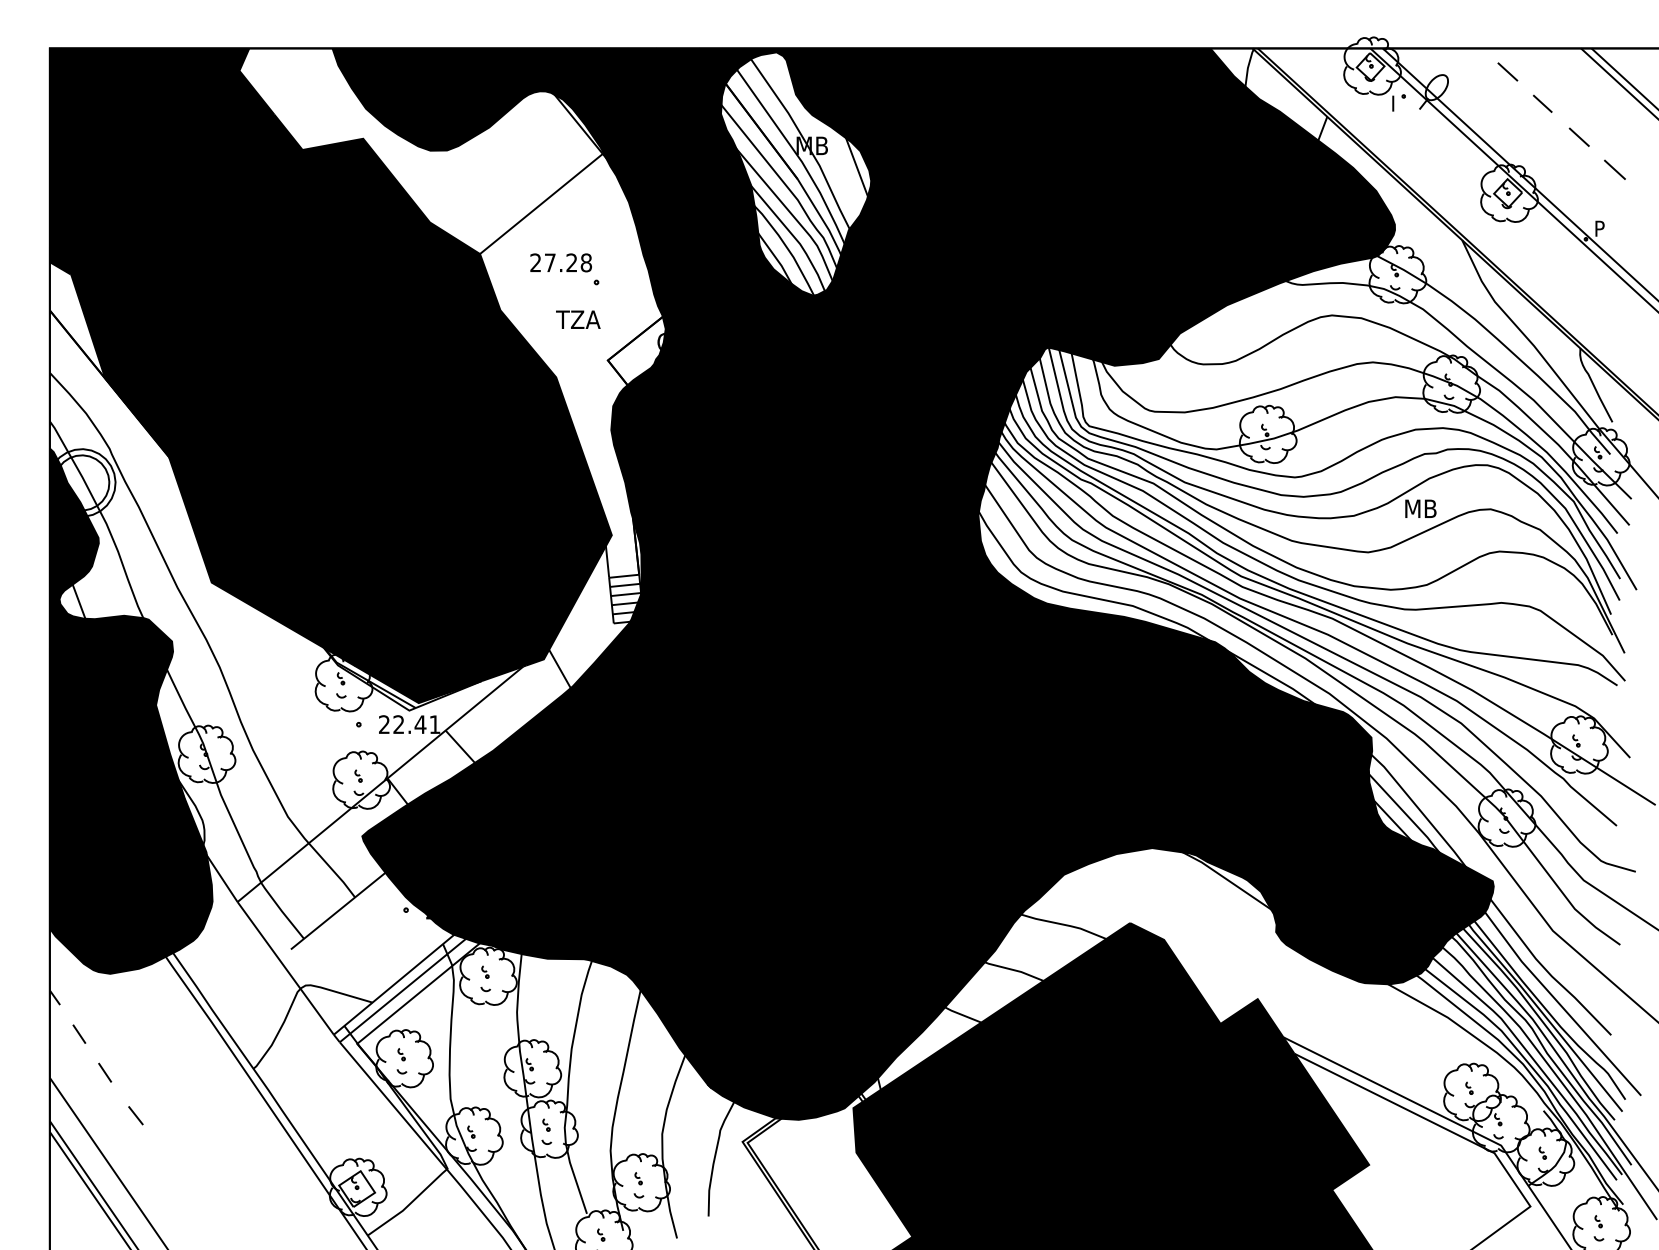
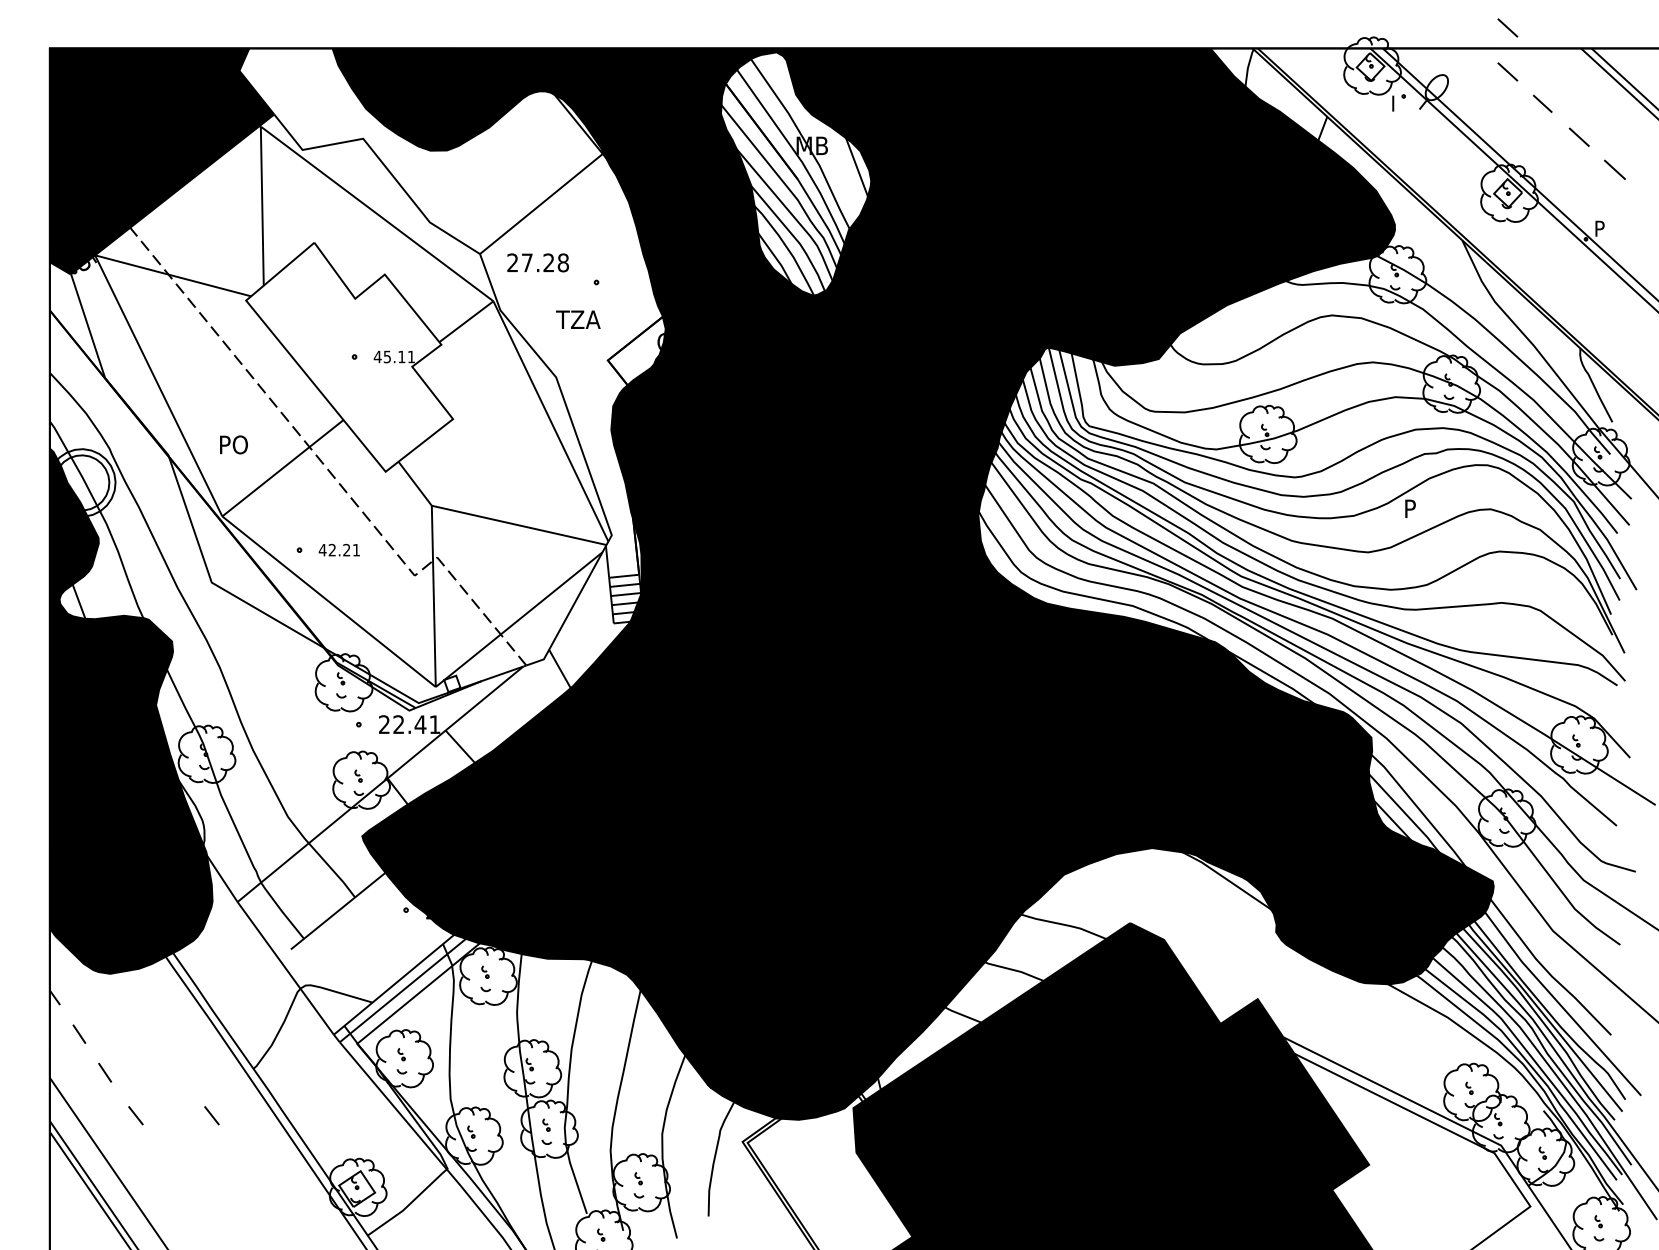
line at (1507, 27): none -> present
text at (560, 262) position: (560, 262) -> (537, 262)
fill at (341, 408): present -> none
text at (1421, 508): MB -> P
line at (211, 1115): none -> present
